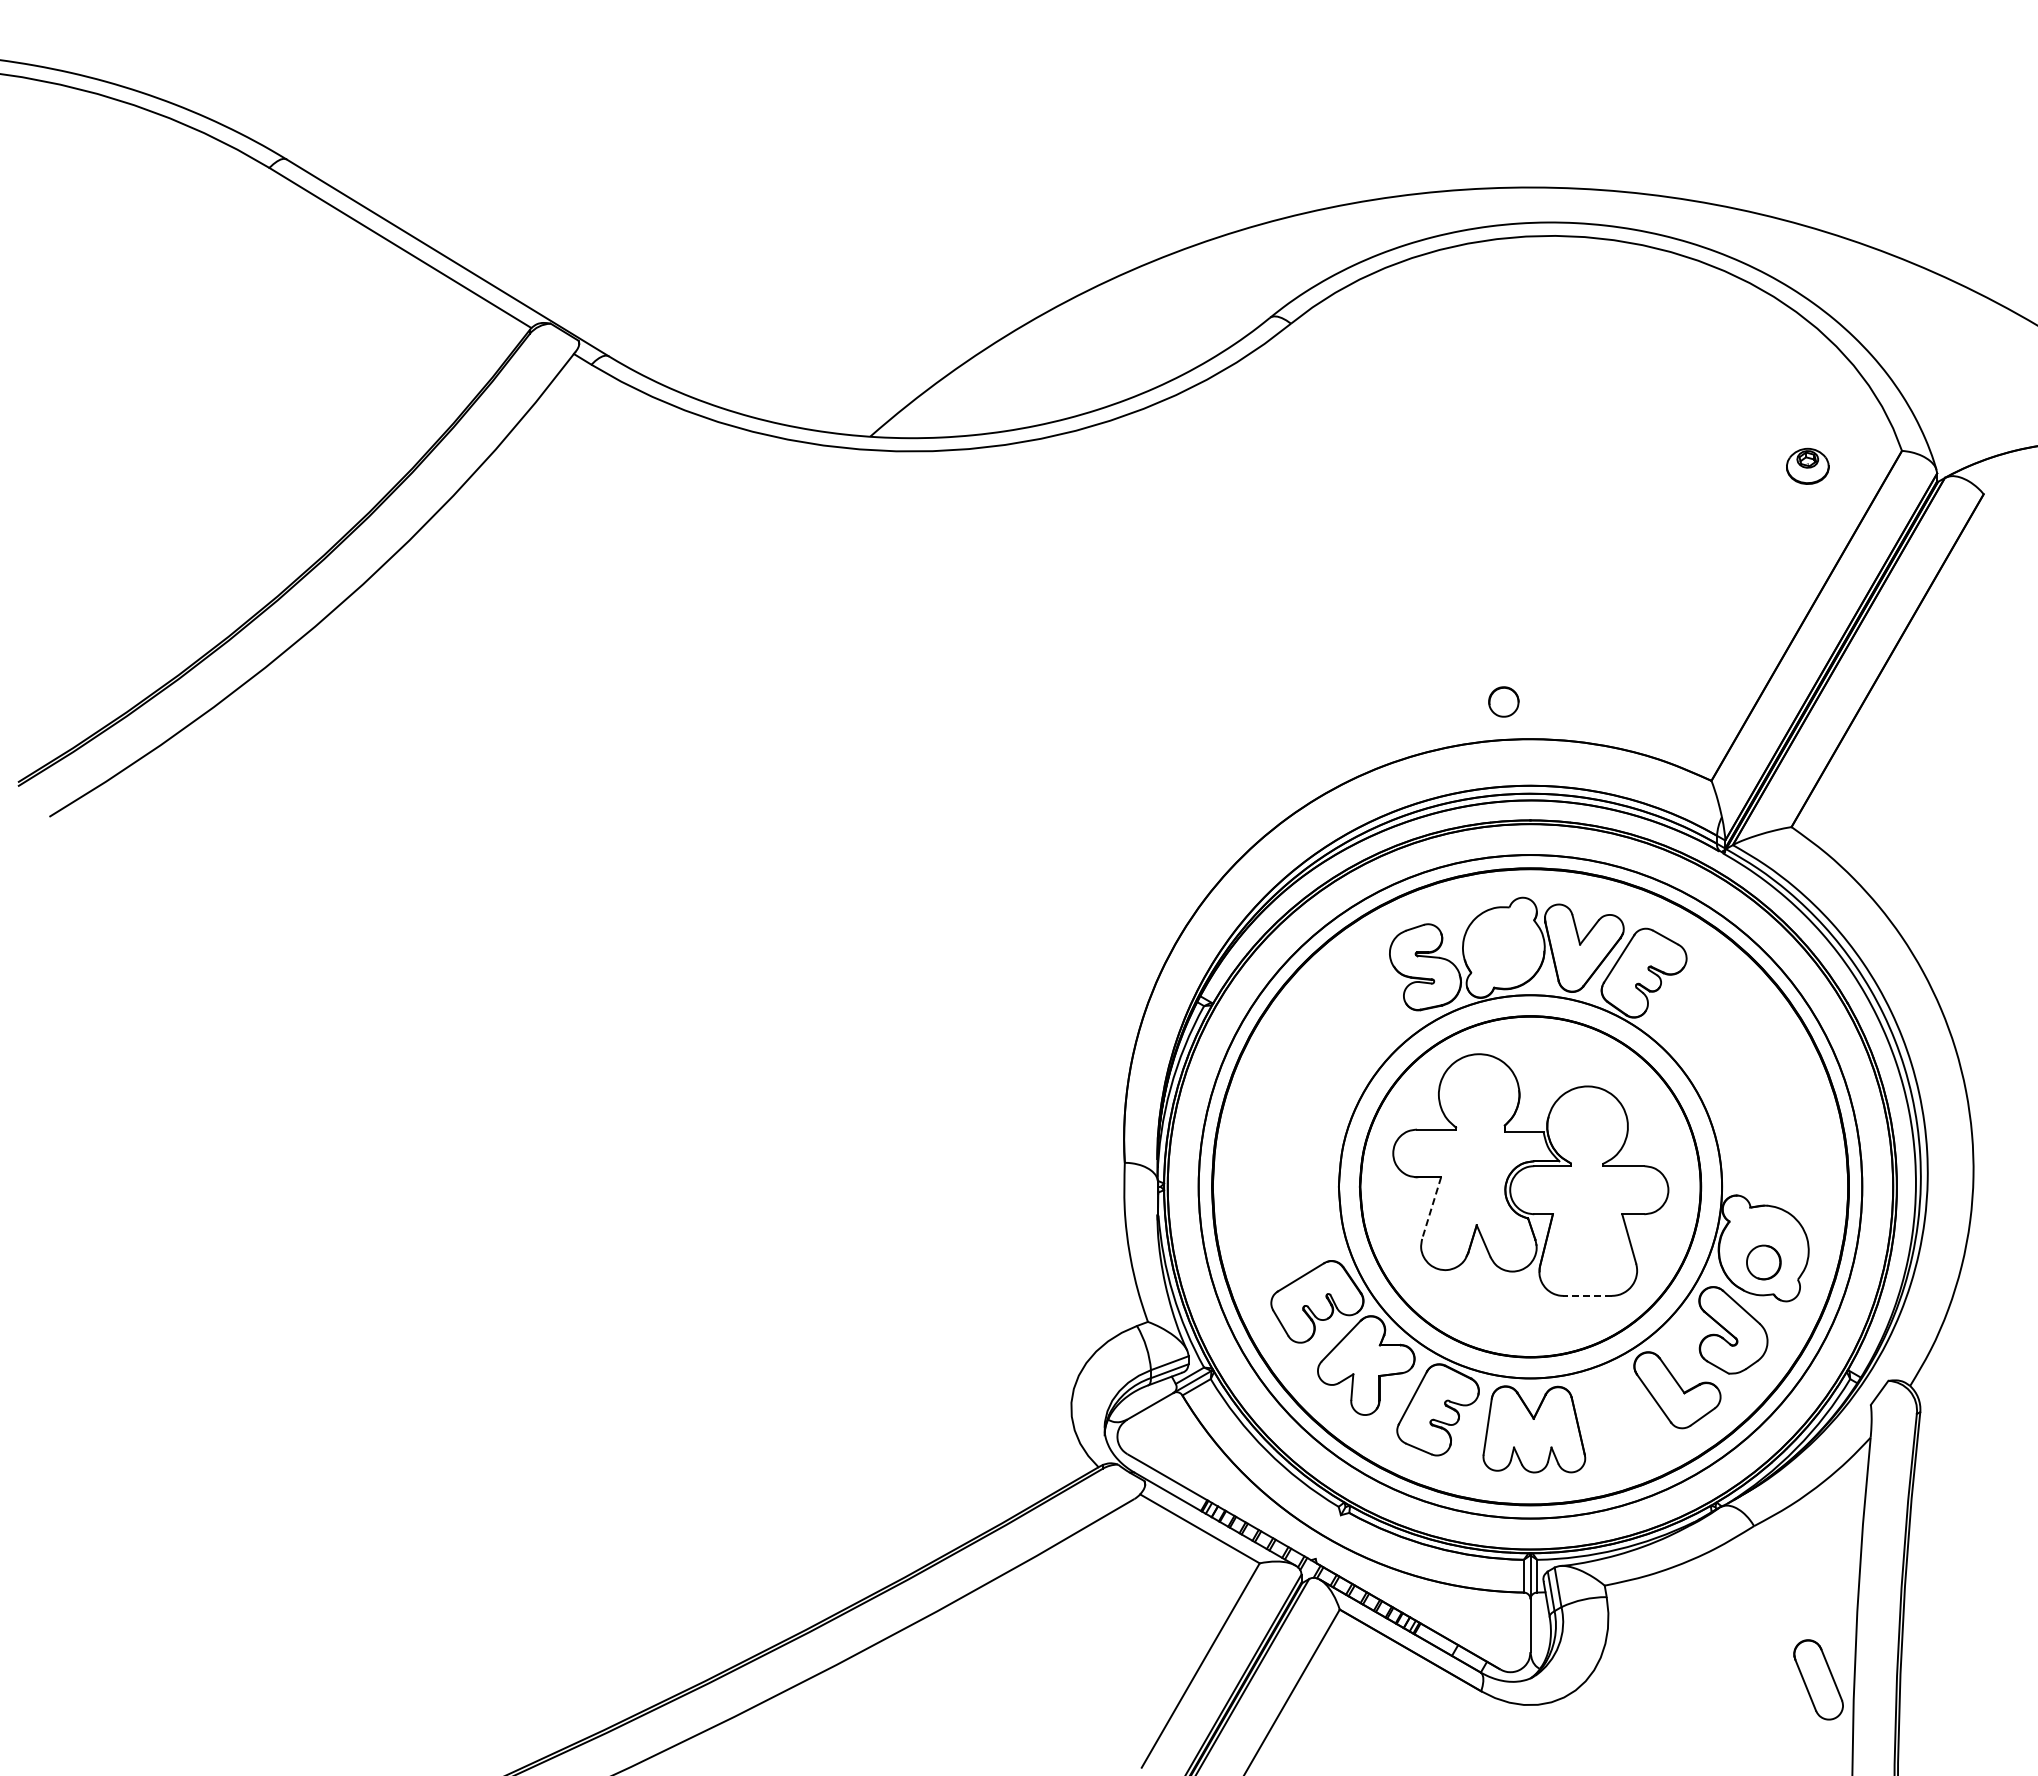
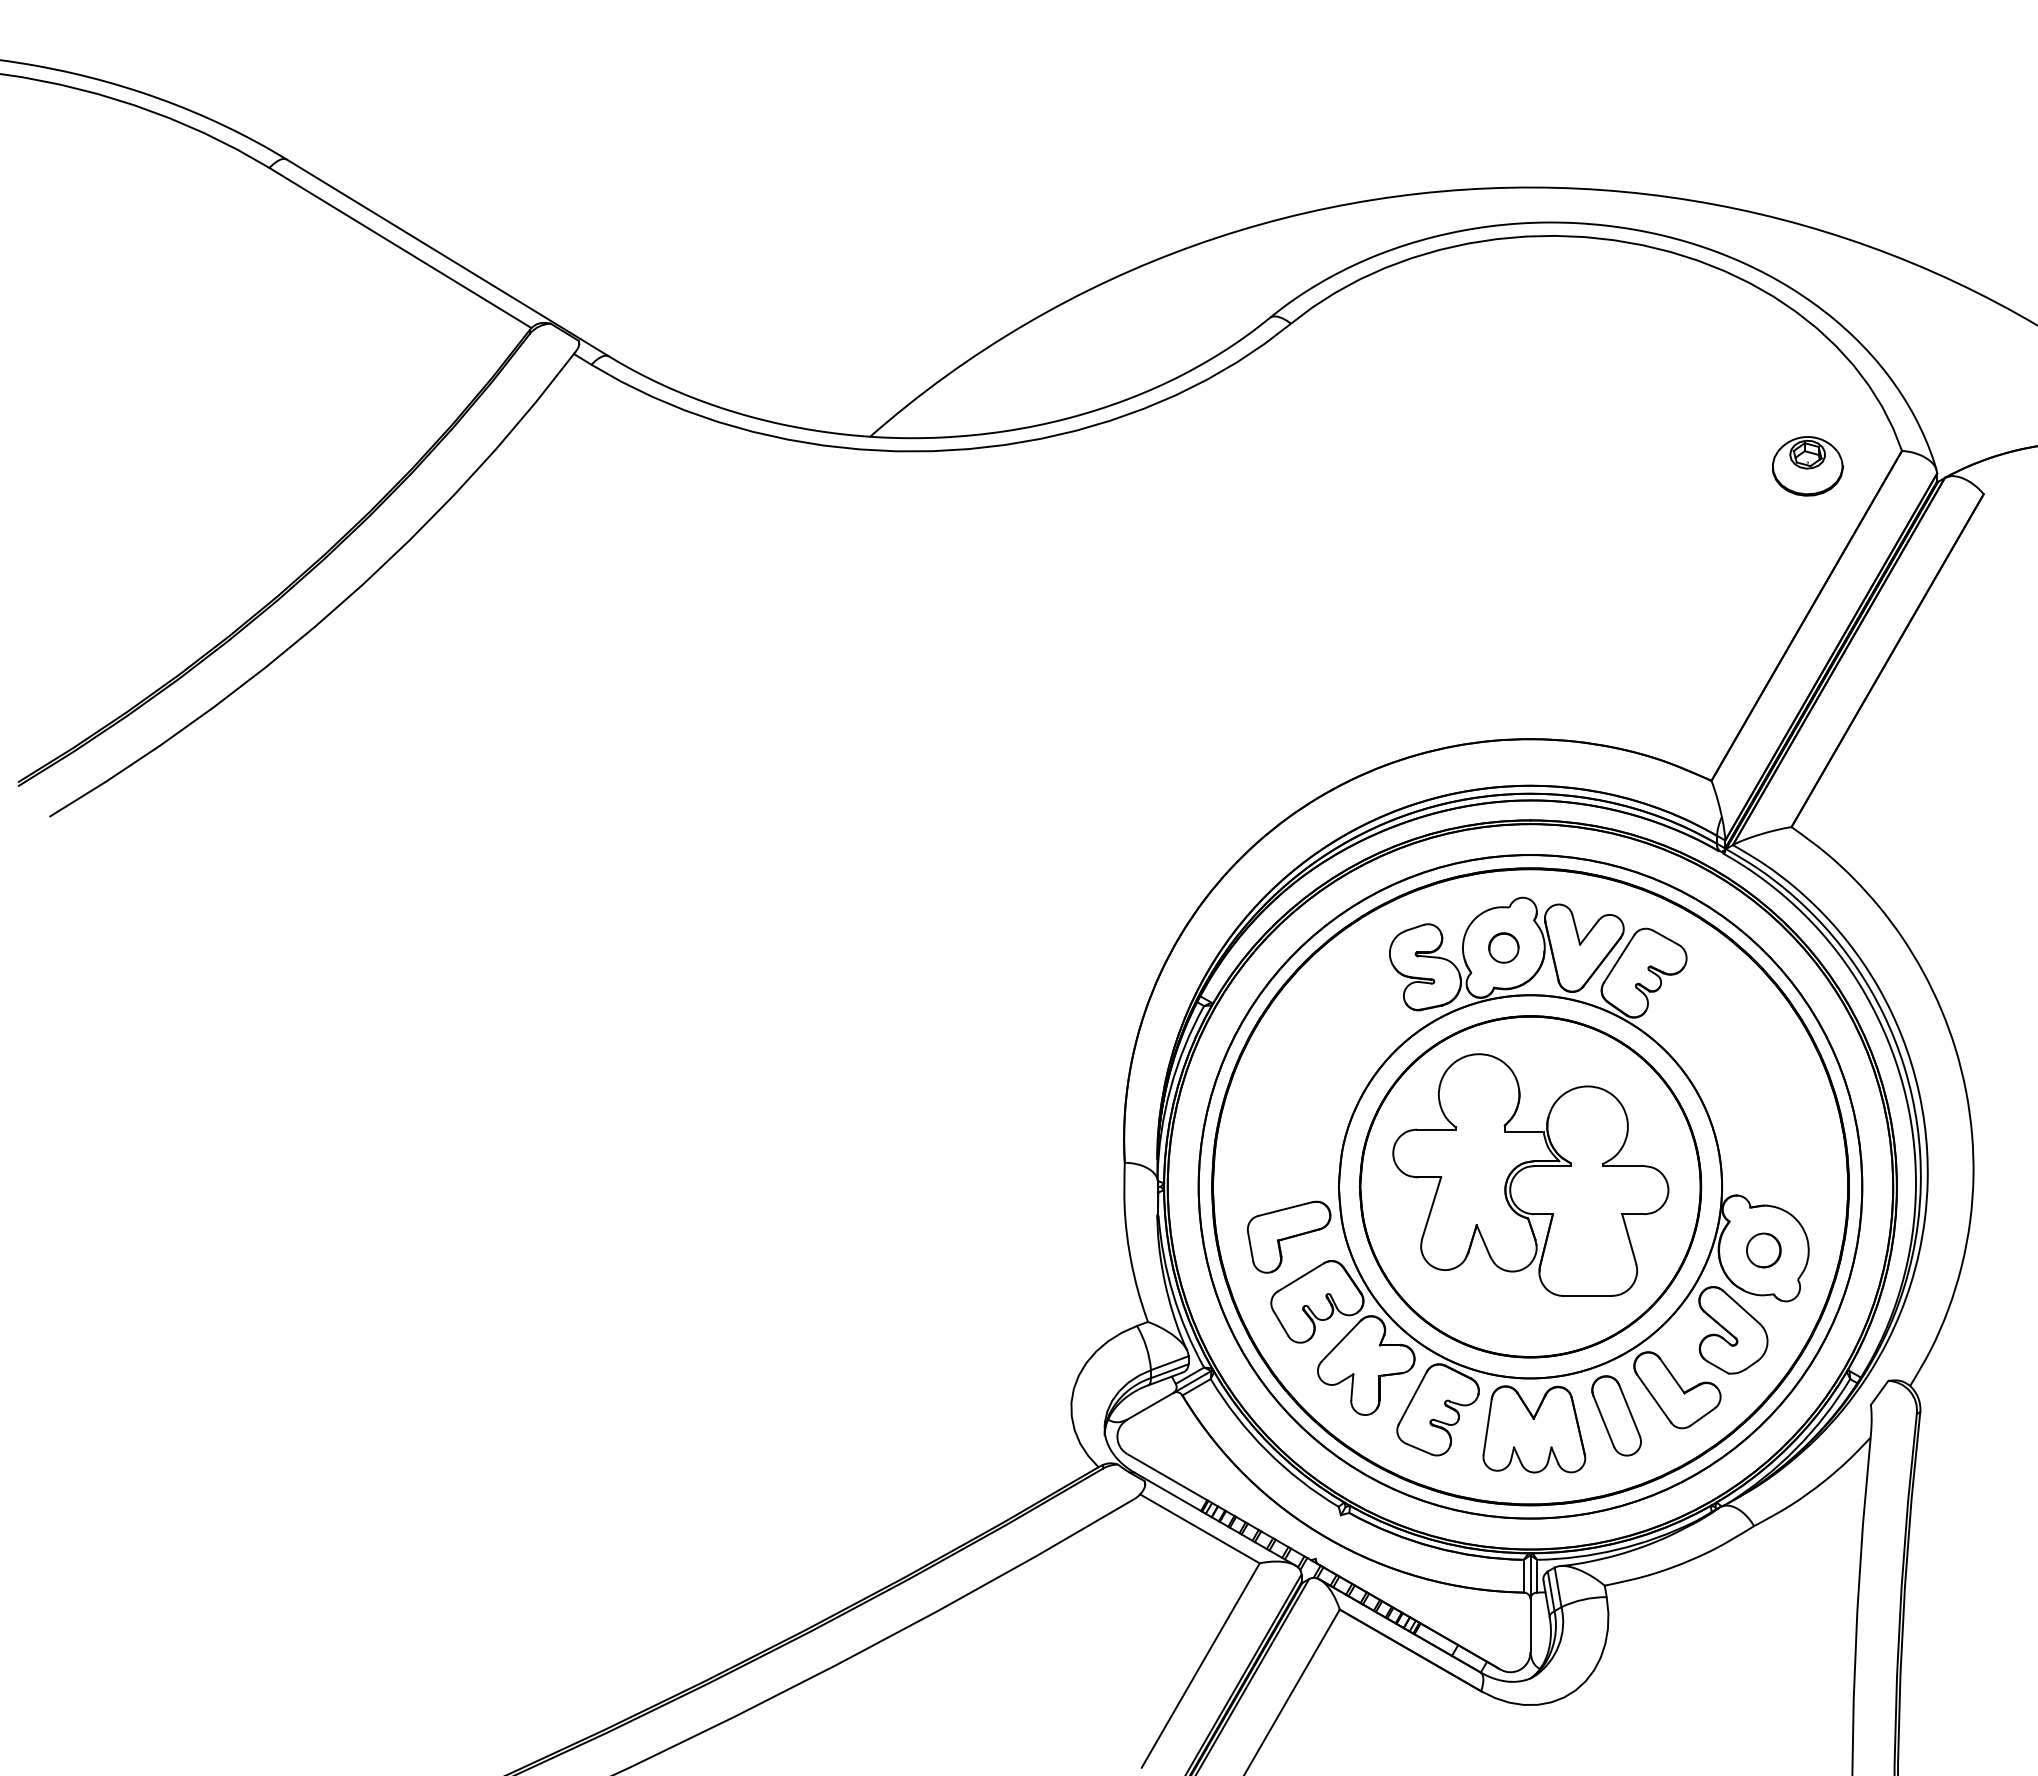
part at (1807, 465) size: 44x38 px -> 72x61 px
part at (1503, 701) position: (1503, 701) -> (1503, 947)
line at (1431, 1208): dashed -> solid
part at (1289, 1236): none -> present
part at (1763, 1262) position: (1763, 1262) -> (1763, 1250)
line at (1587, 1295): dashed -> solid
part at (1818, 1679) position: (1818, 1679) -> (1616, 1415)
